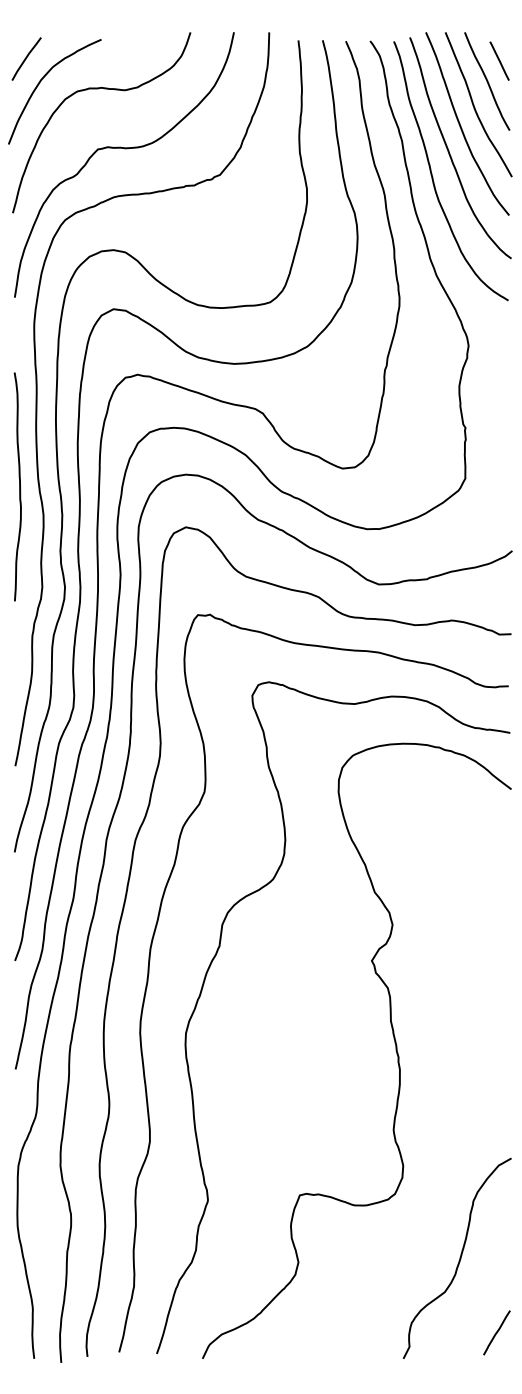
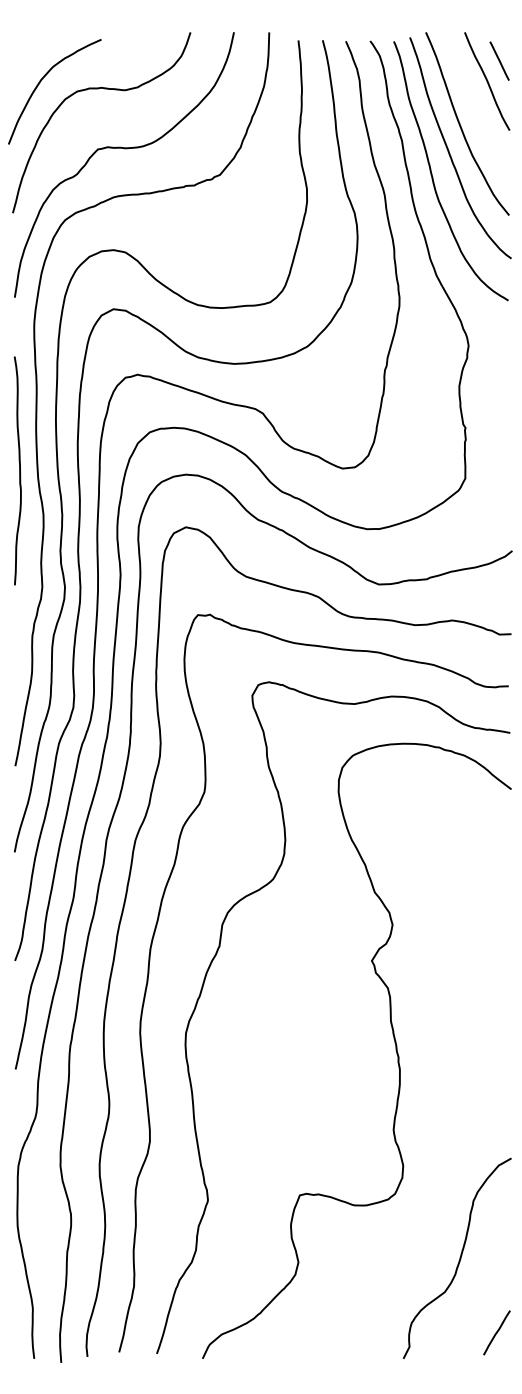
line at (26, 58): present -> none
curve at (474, 104): present -> none
curve at (19, 486) position: (19, 486) -> (19, 470)
